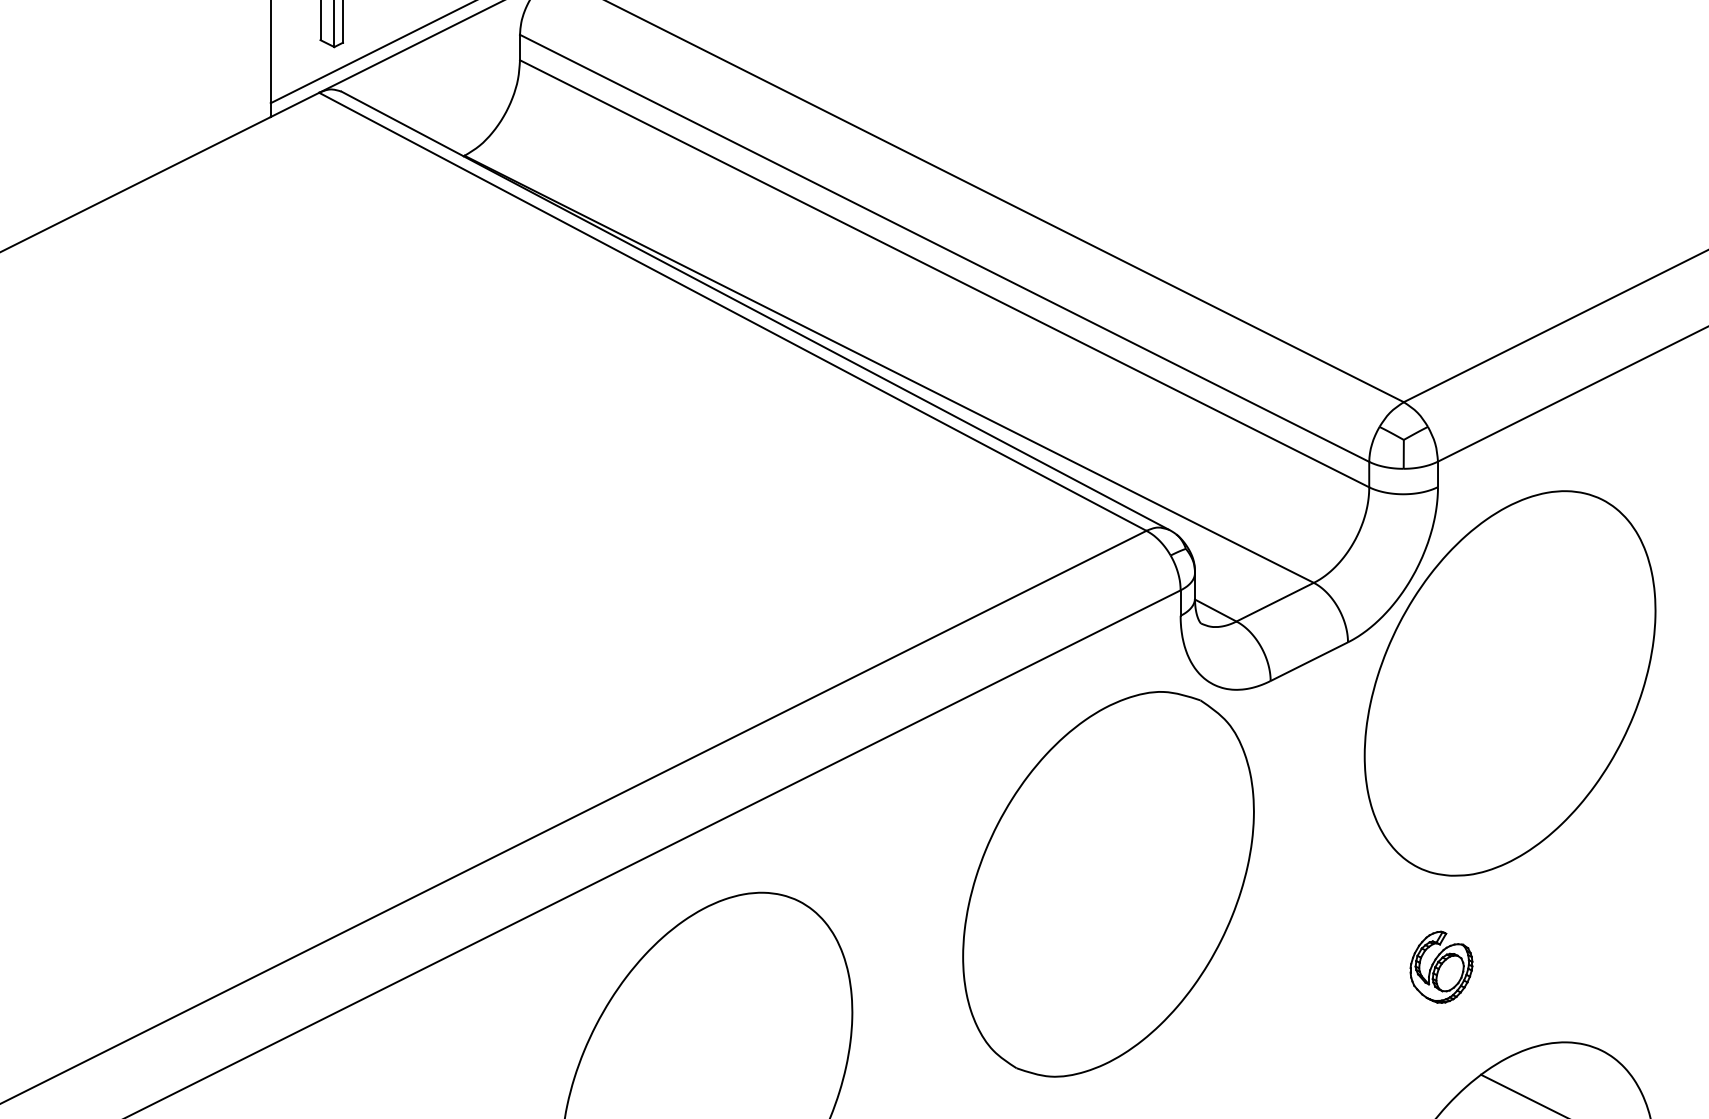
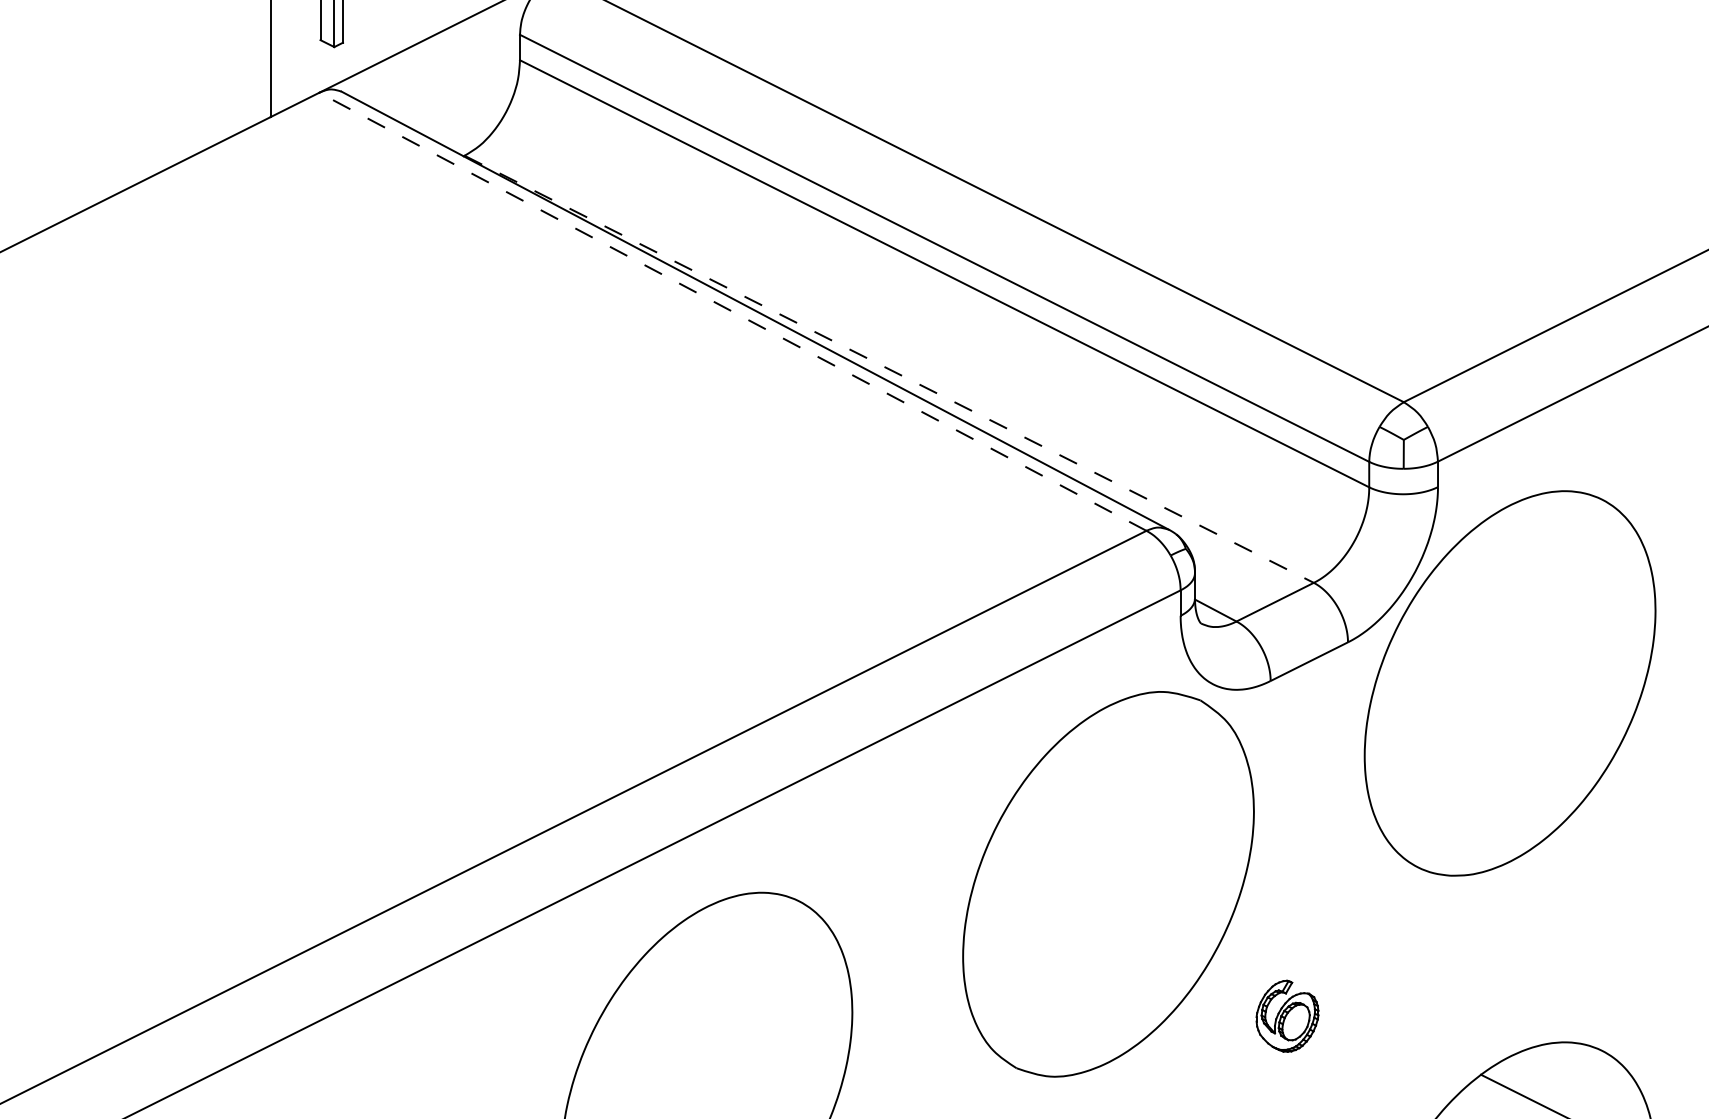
line at (371, 52): present -> none
line at (732, 311): solid -> dashed
line at (889, 369): solid -> dashed
part at (1441, 966) position: (1441, 966) -> (1287, 1015)
